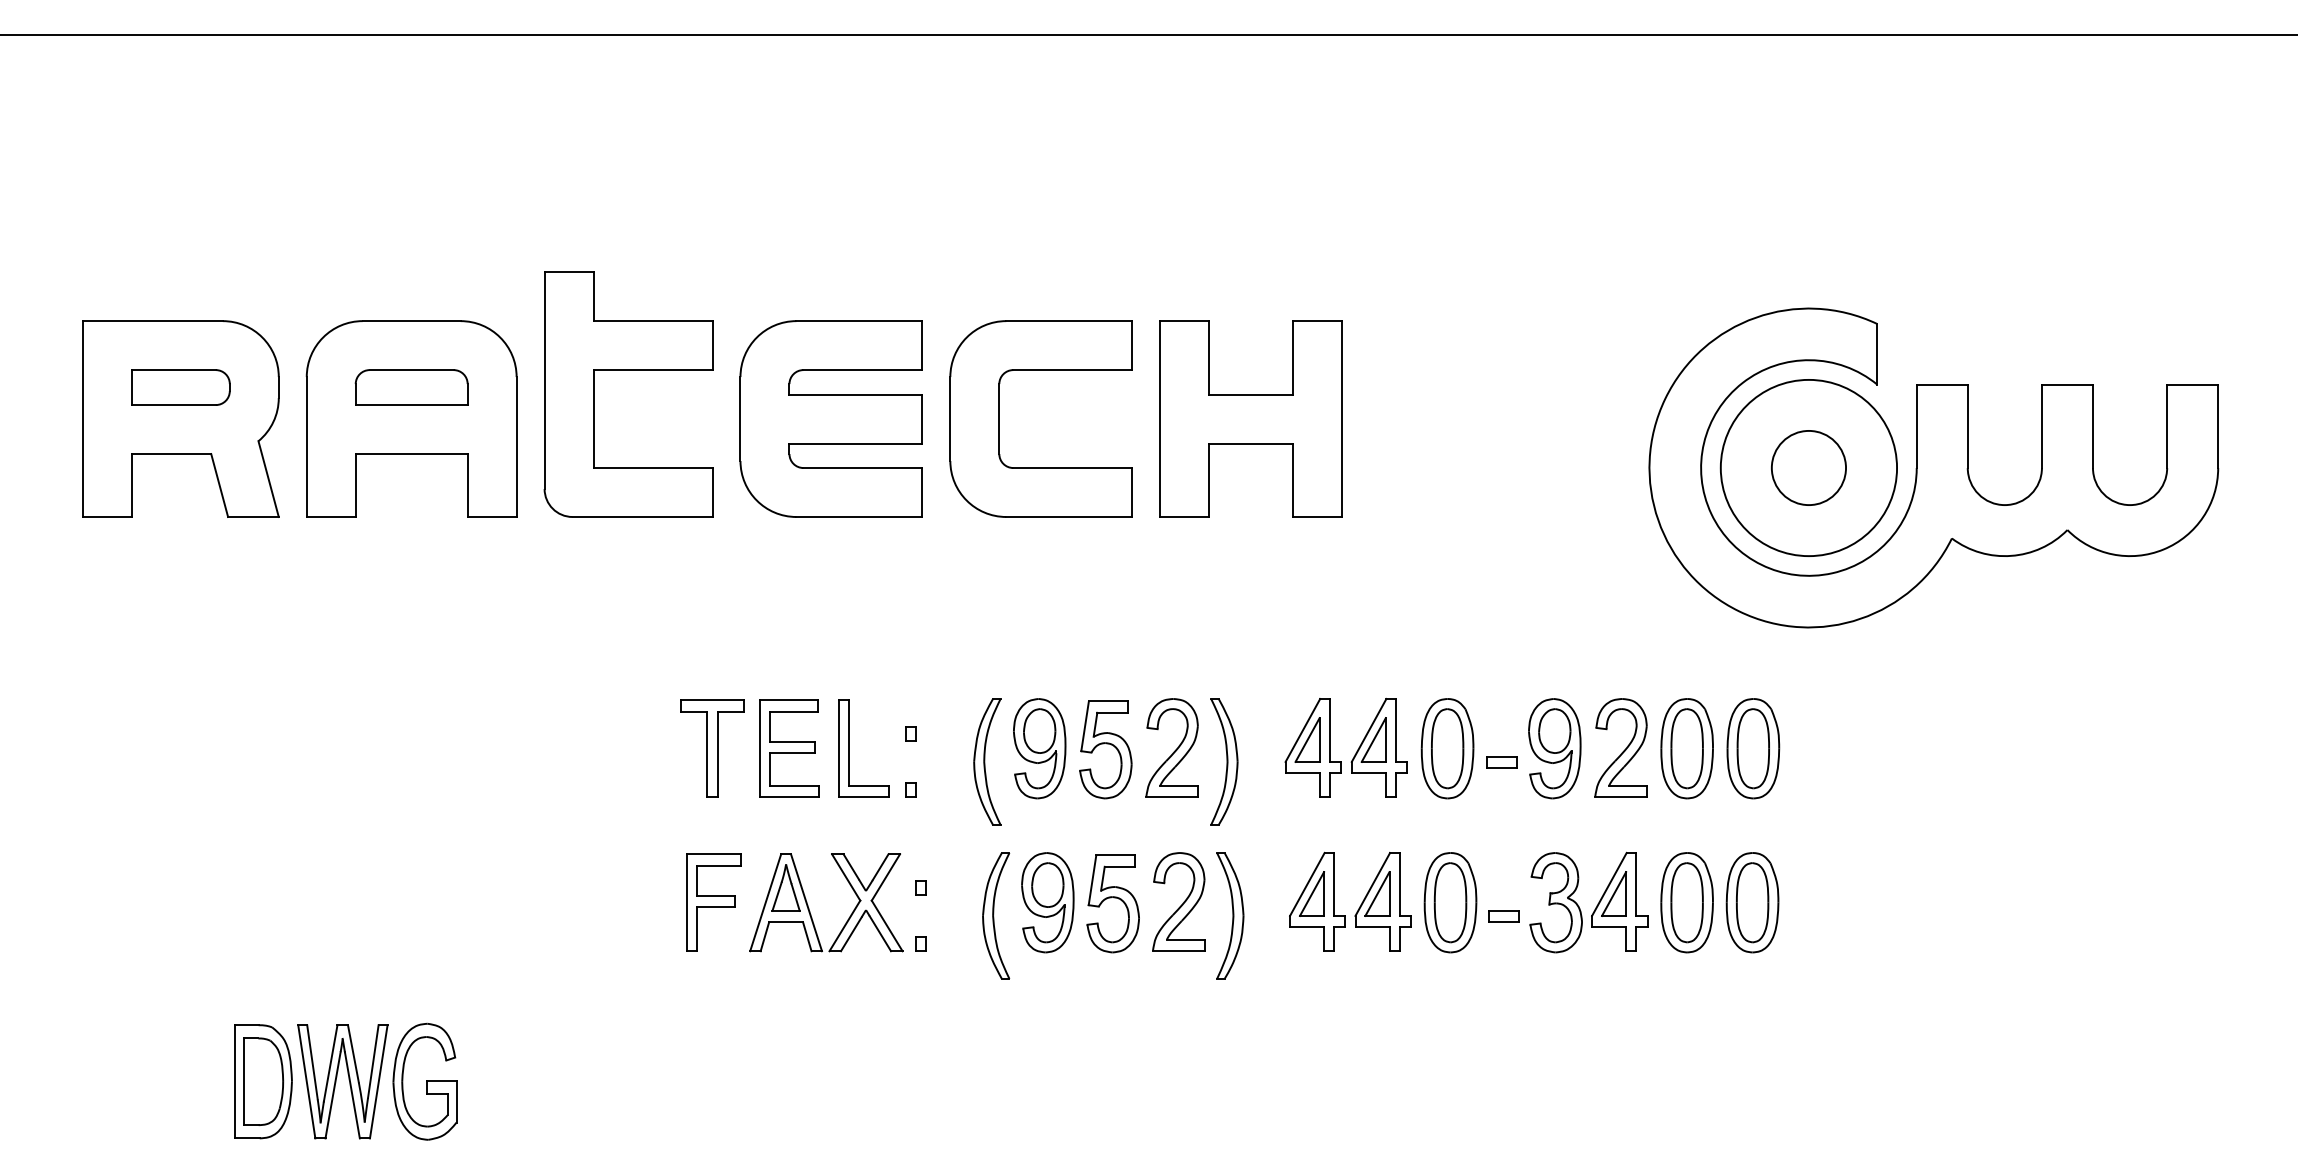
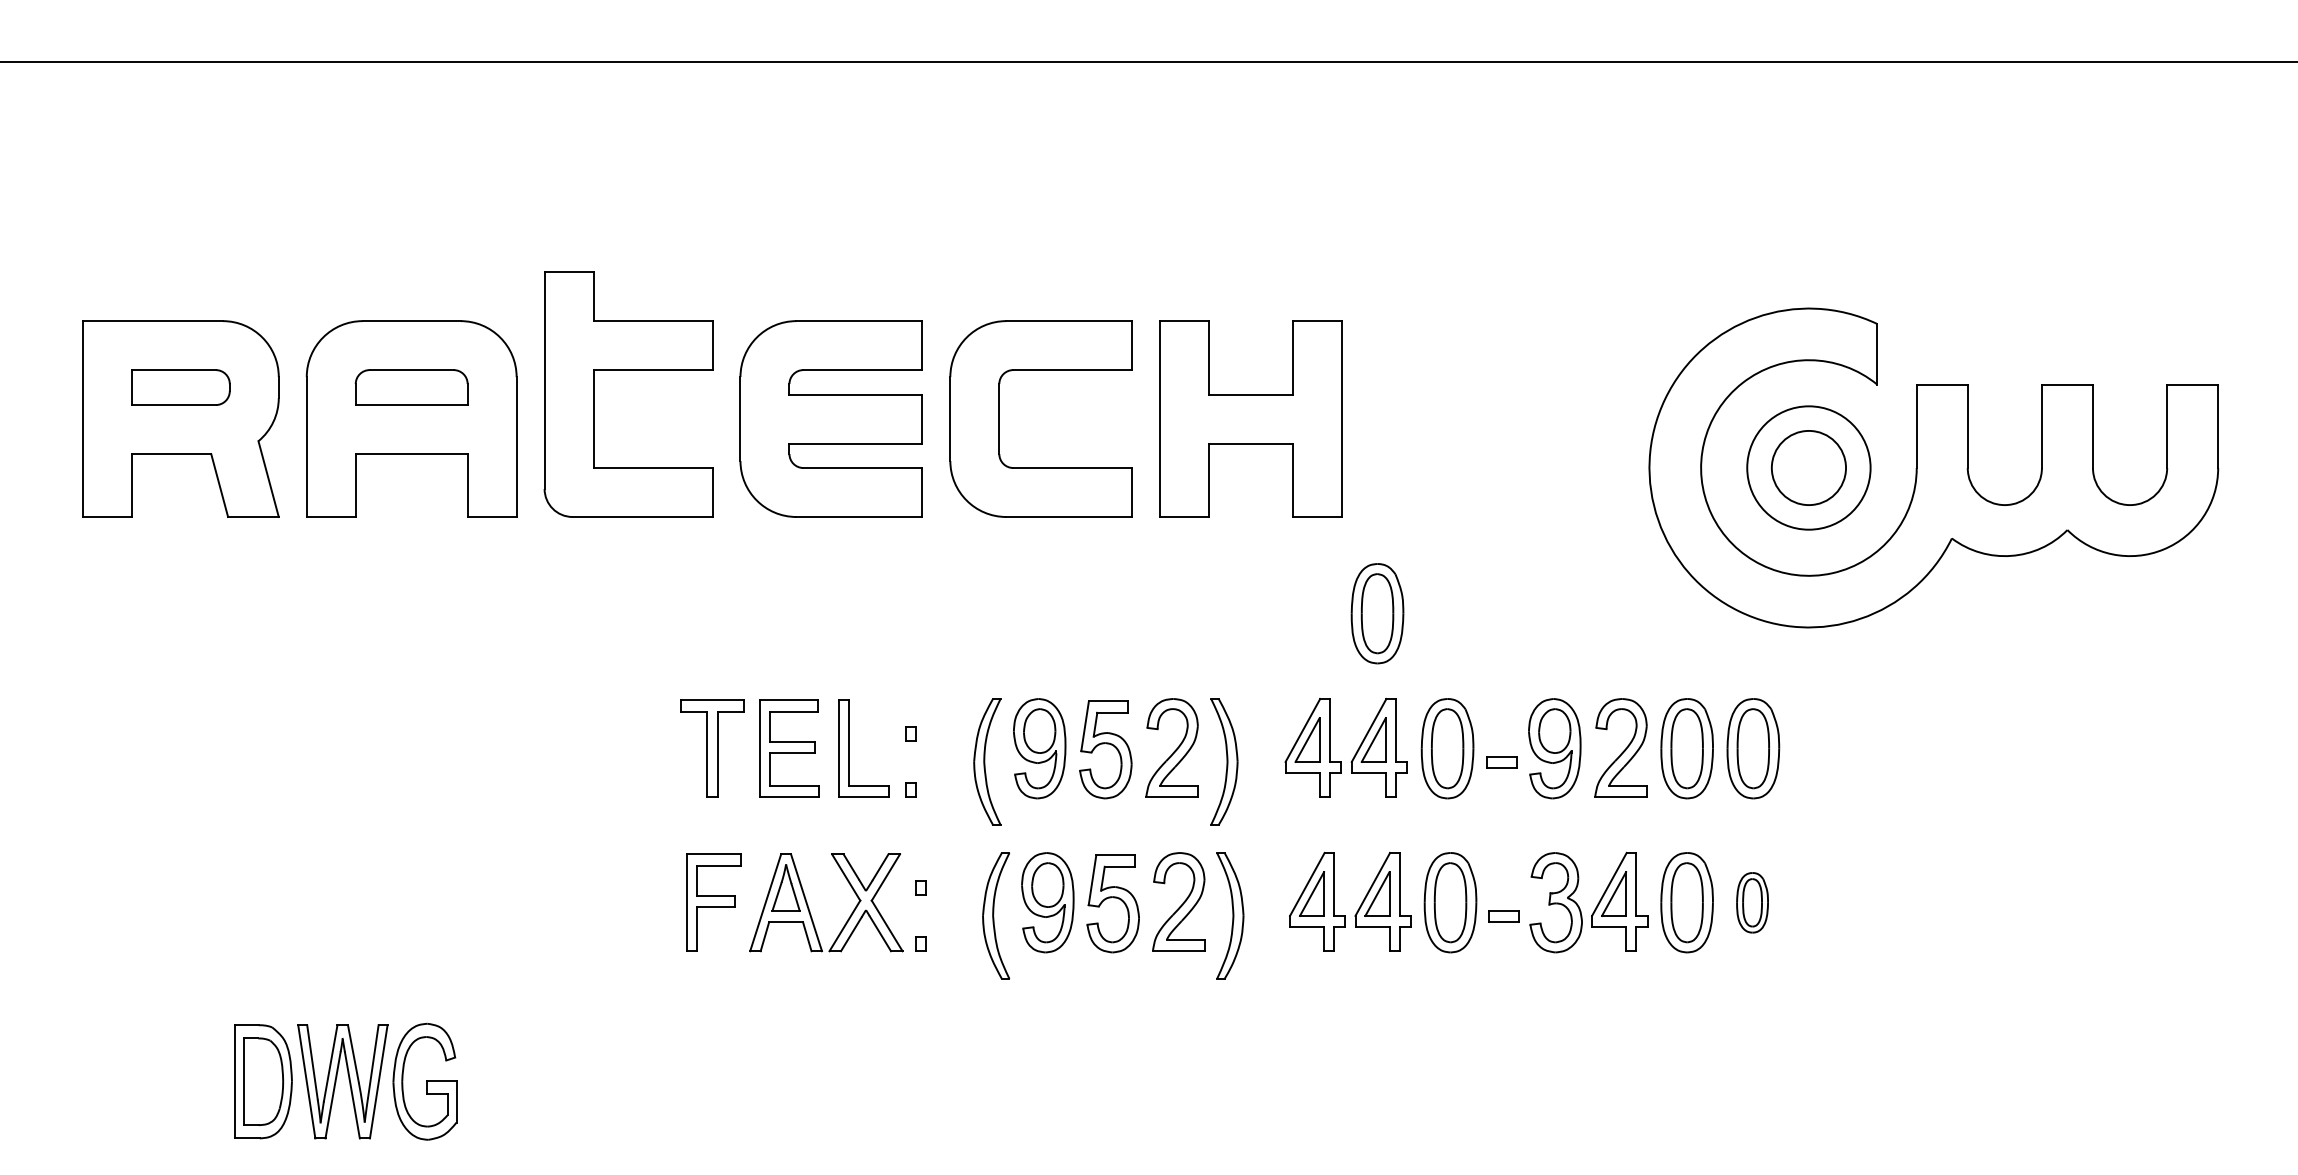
line at (1148, 35) position: (1148, 35) -> (1148, 62)
circle at (1808, 467) diameter: 176 px -> 123 px
part at (1377, 613): none -> present
part at (1752, 902) size: 55x102 px -> 33x62 px
